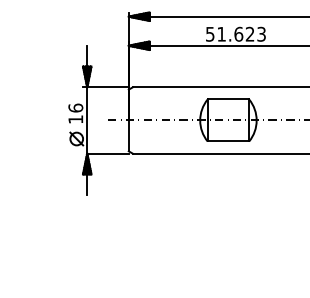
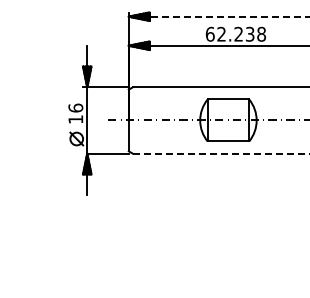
line at (219, 16): solid -> dashed
text at (235, 33): 51.623 -> 62.238
line at (221, 153): solid -> dashed
